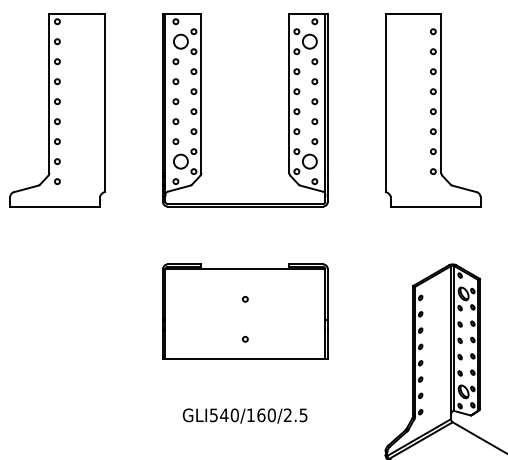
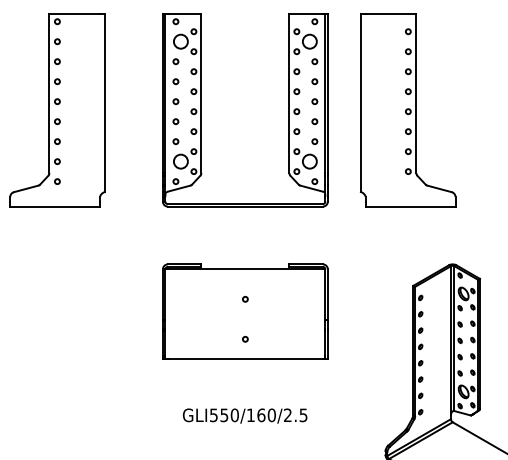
part at (433, 110) position: (433, 110) -> (408, 110)
text at (224, 415): GLI540/160/2.5 -> GLI550/160/2.5
